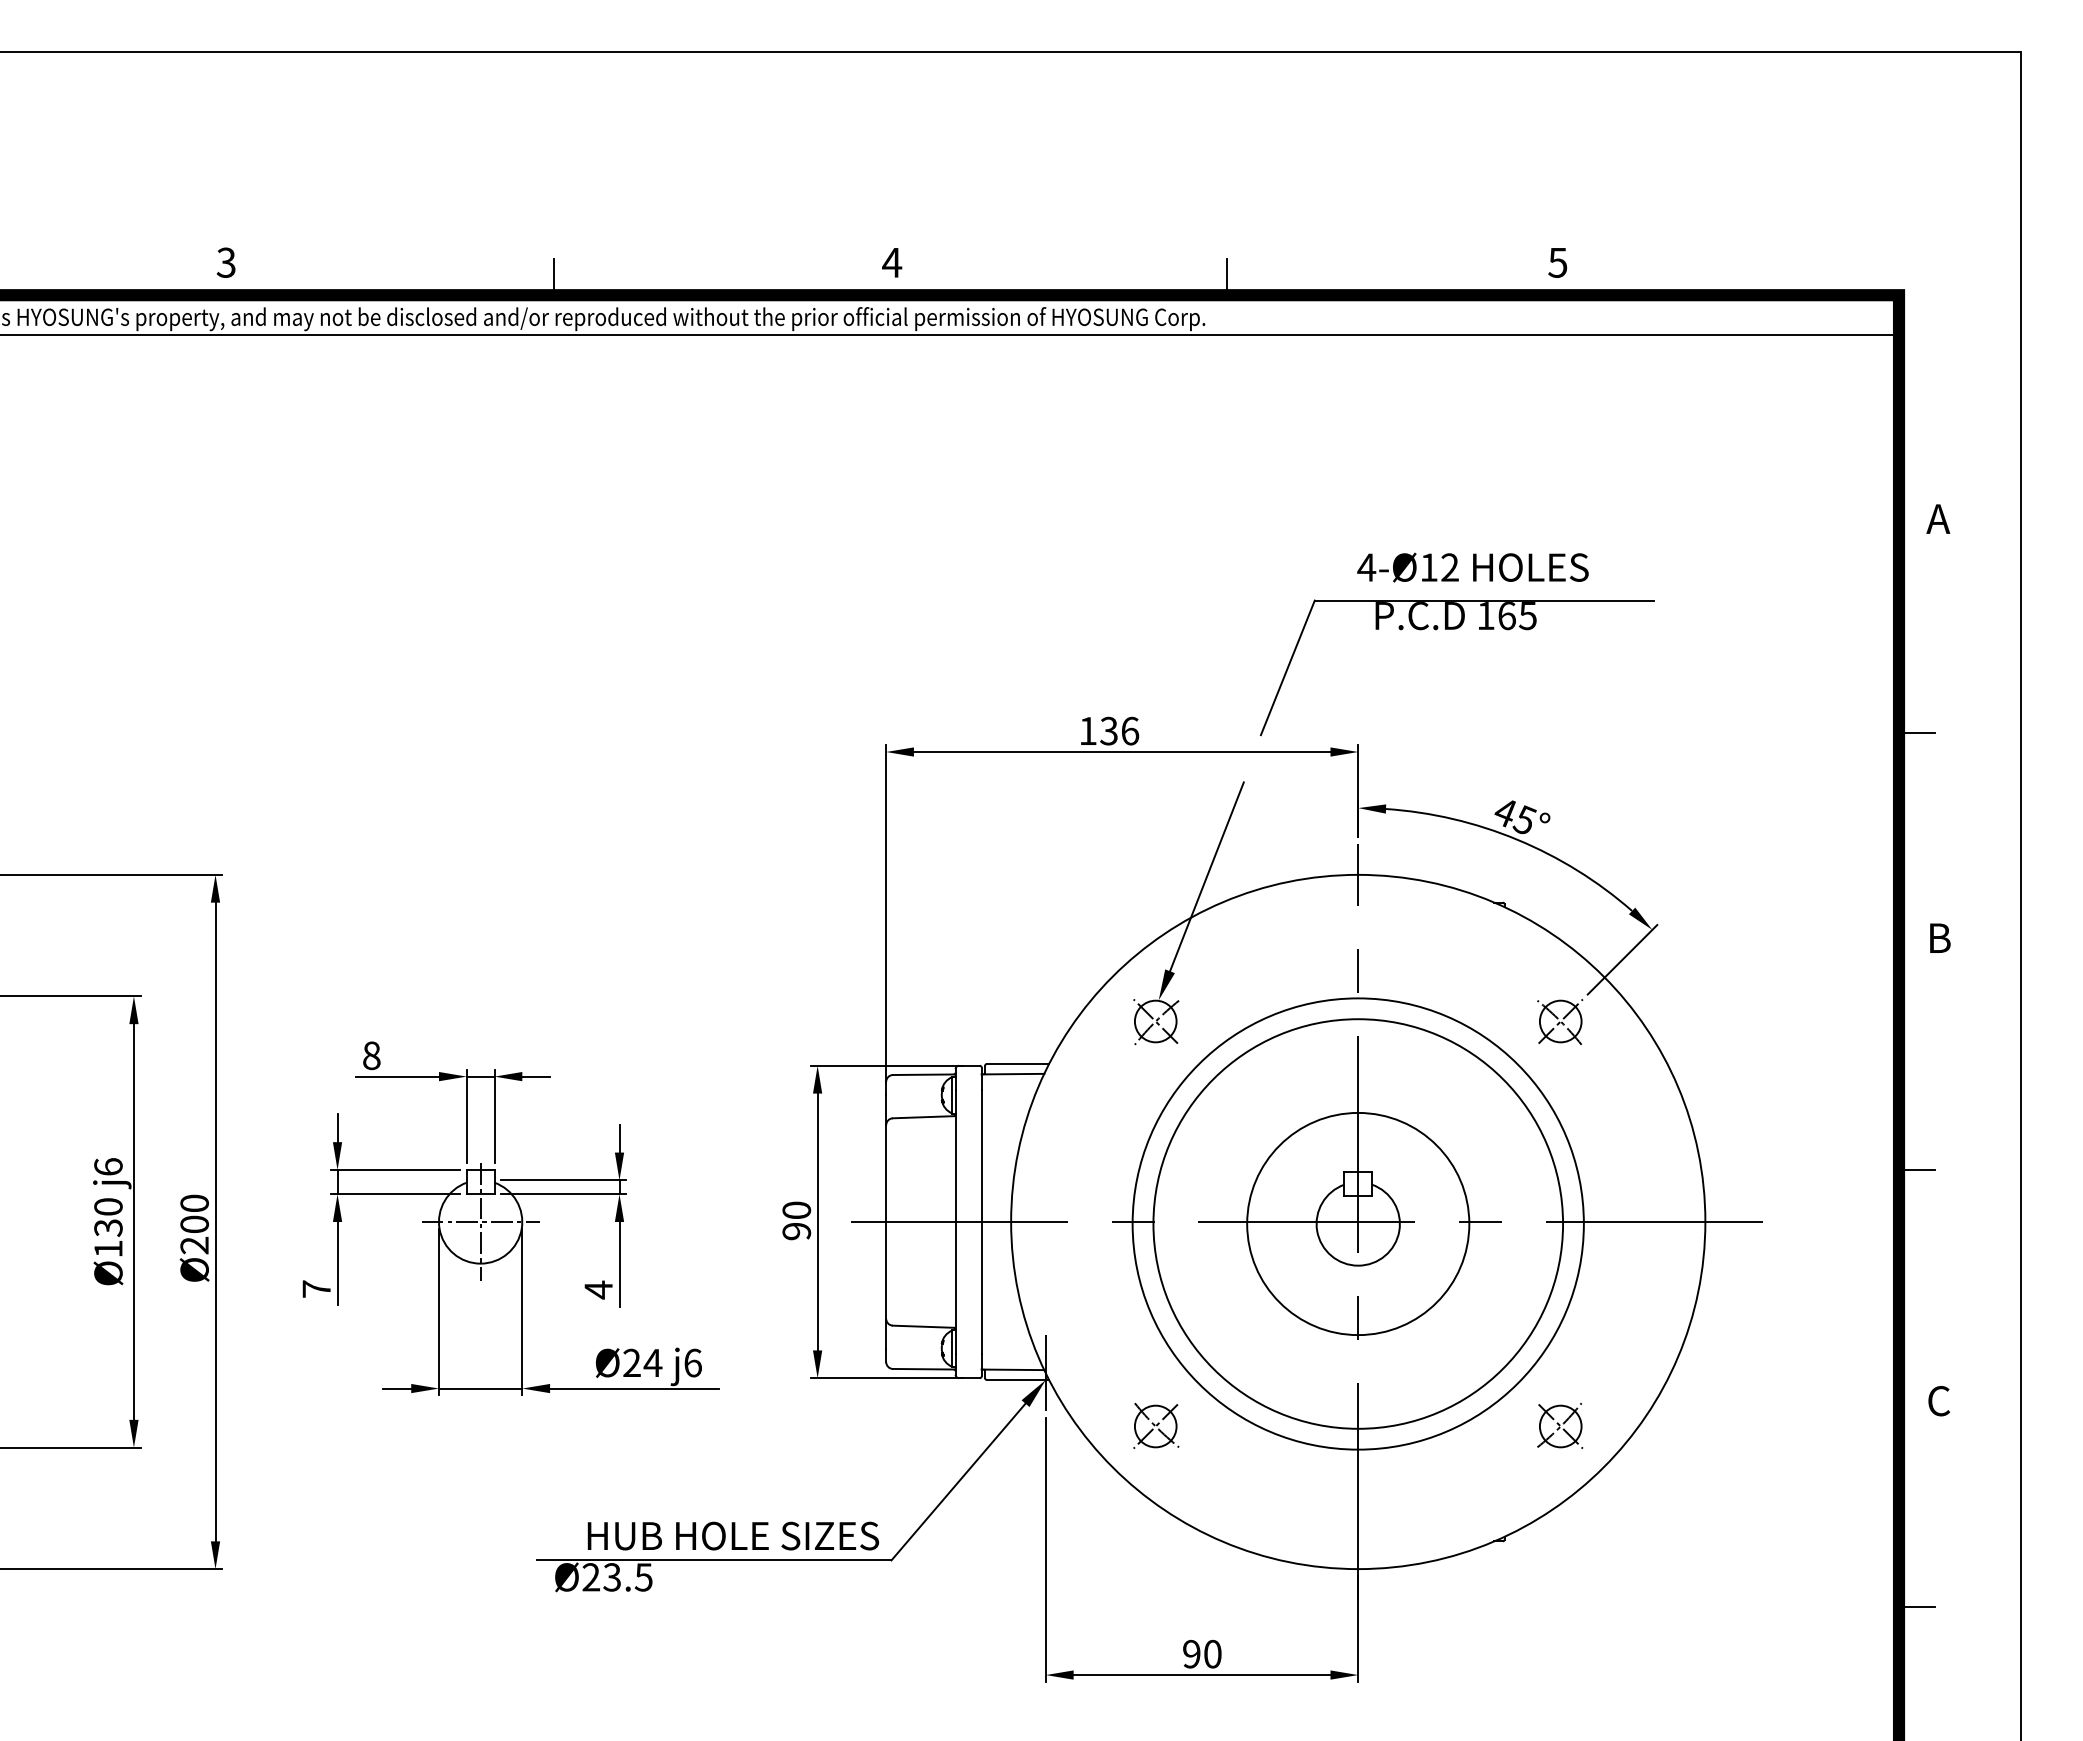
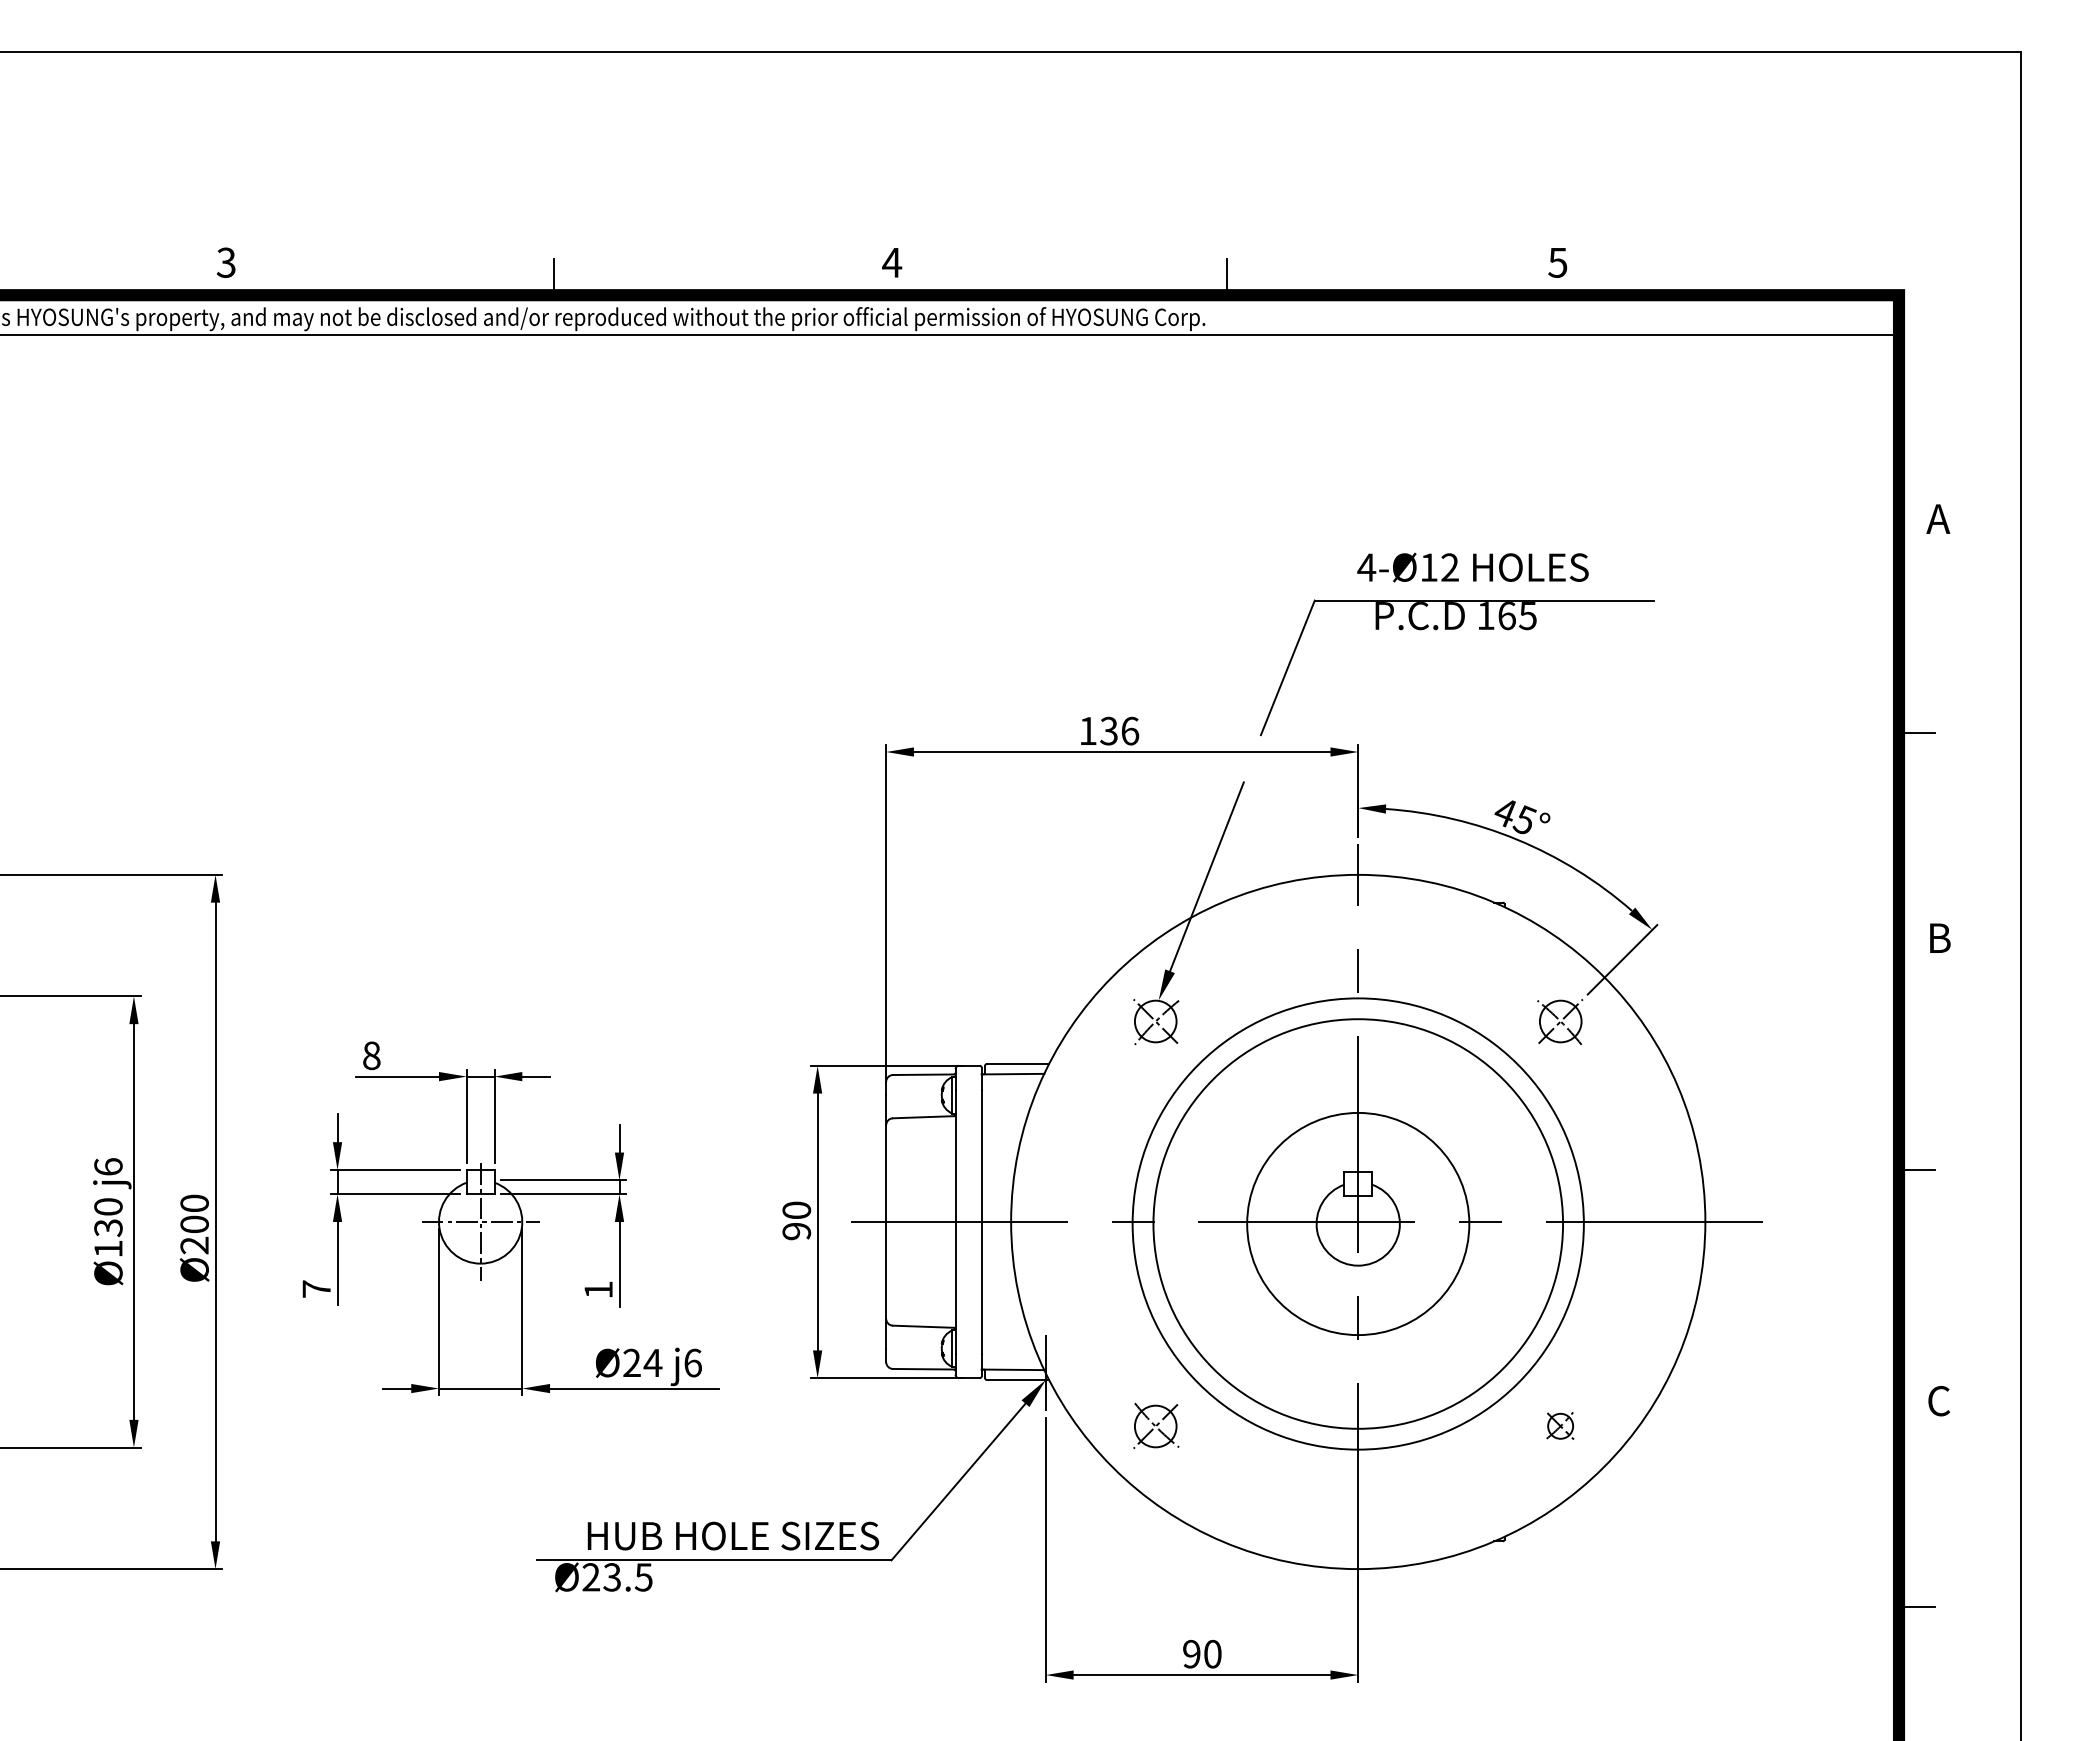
text at (598, 1289): 4 -> 1
part at (1560, 1425) size: 47x46 px -> 29x28 px
